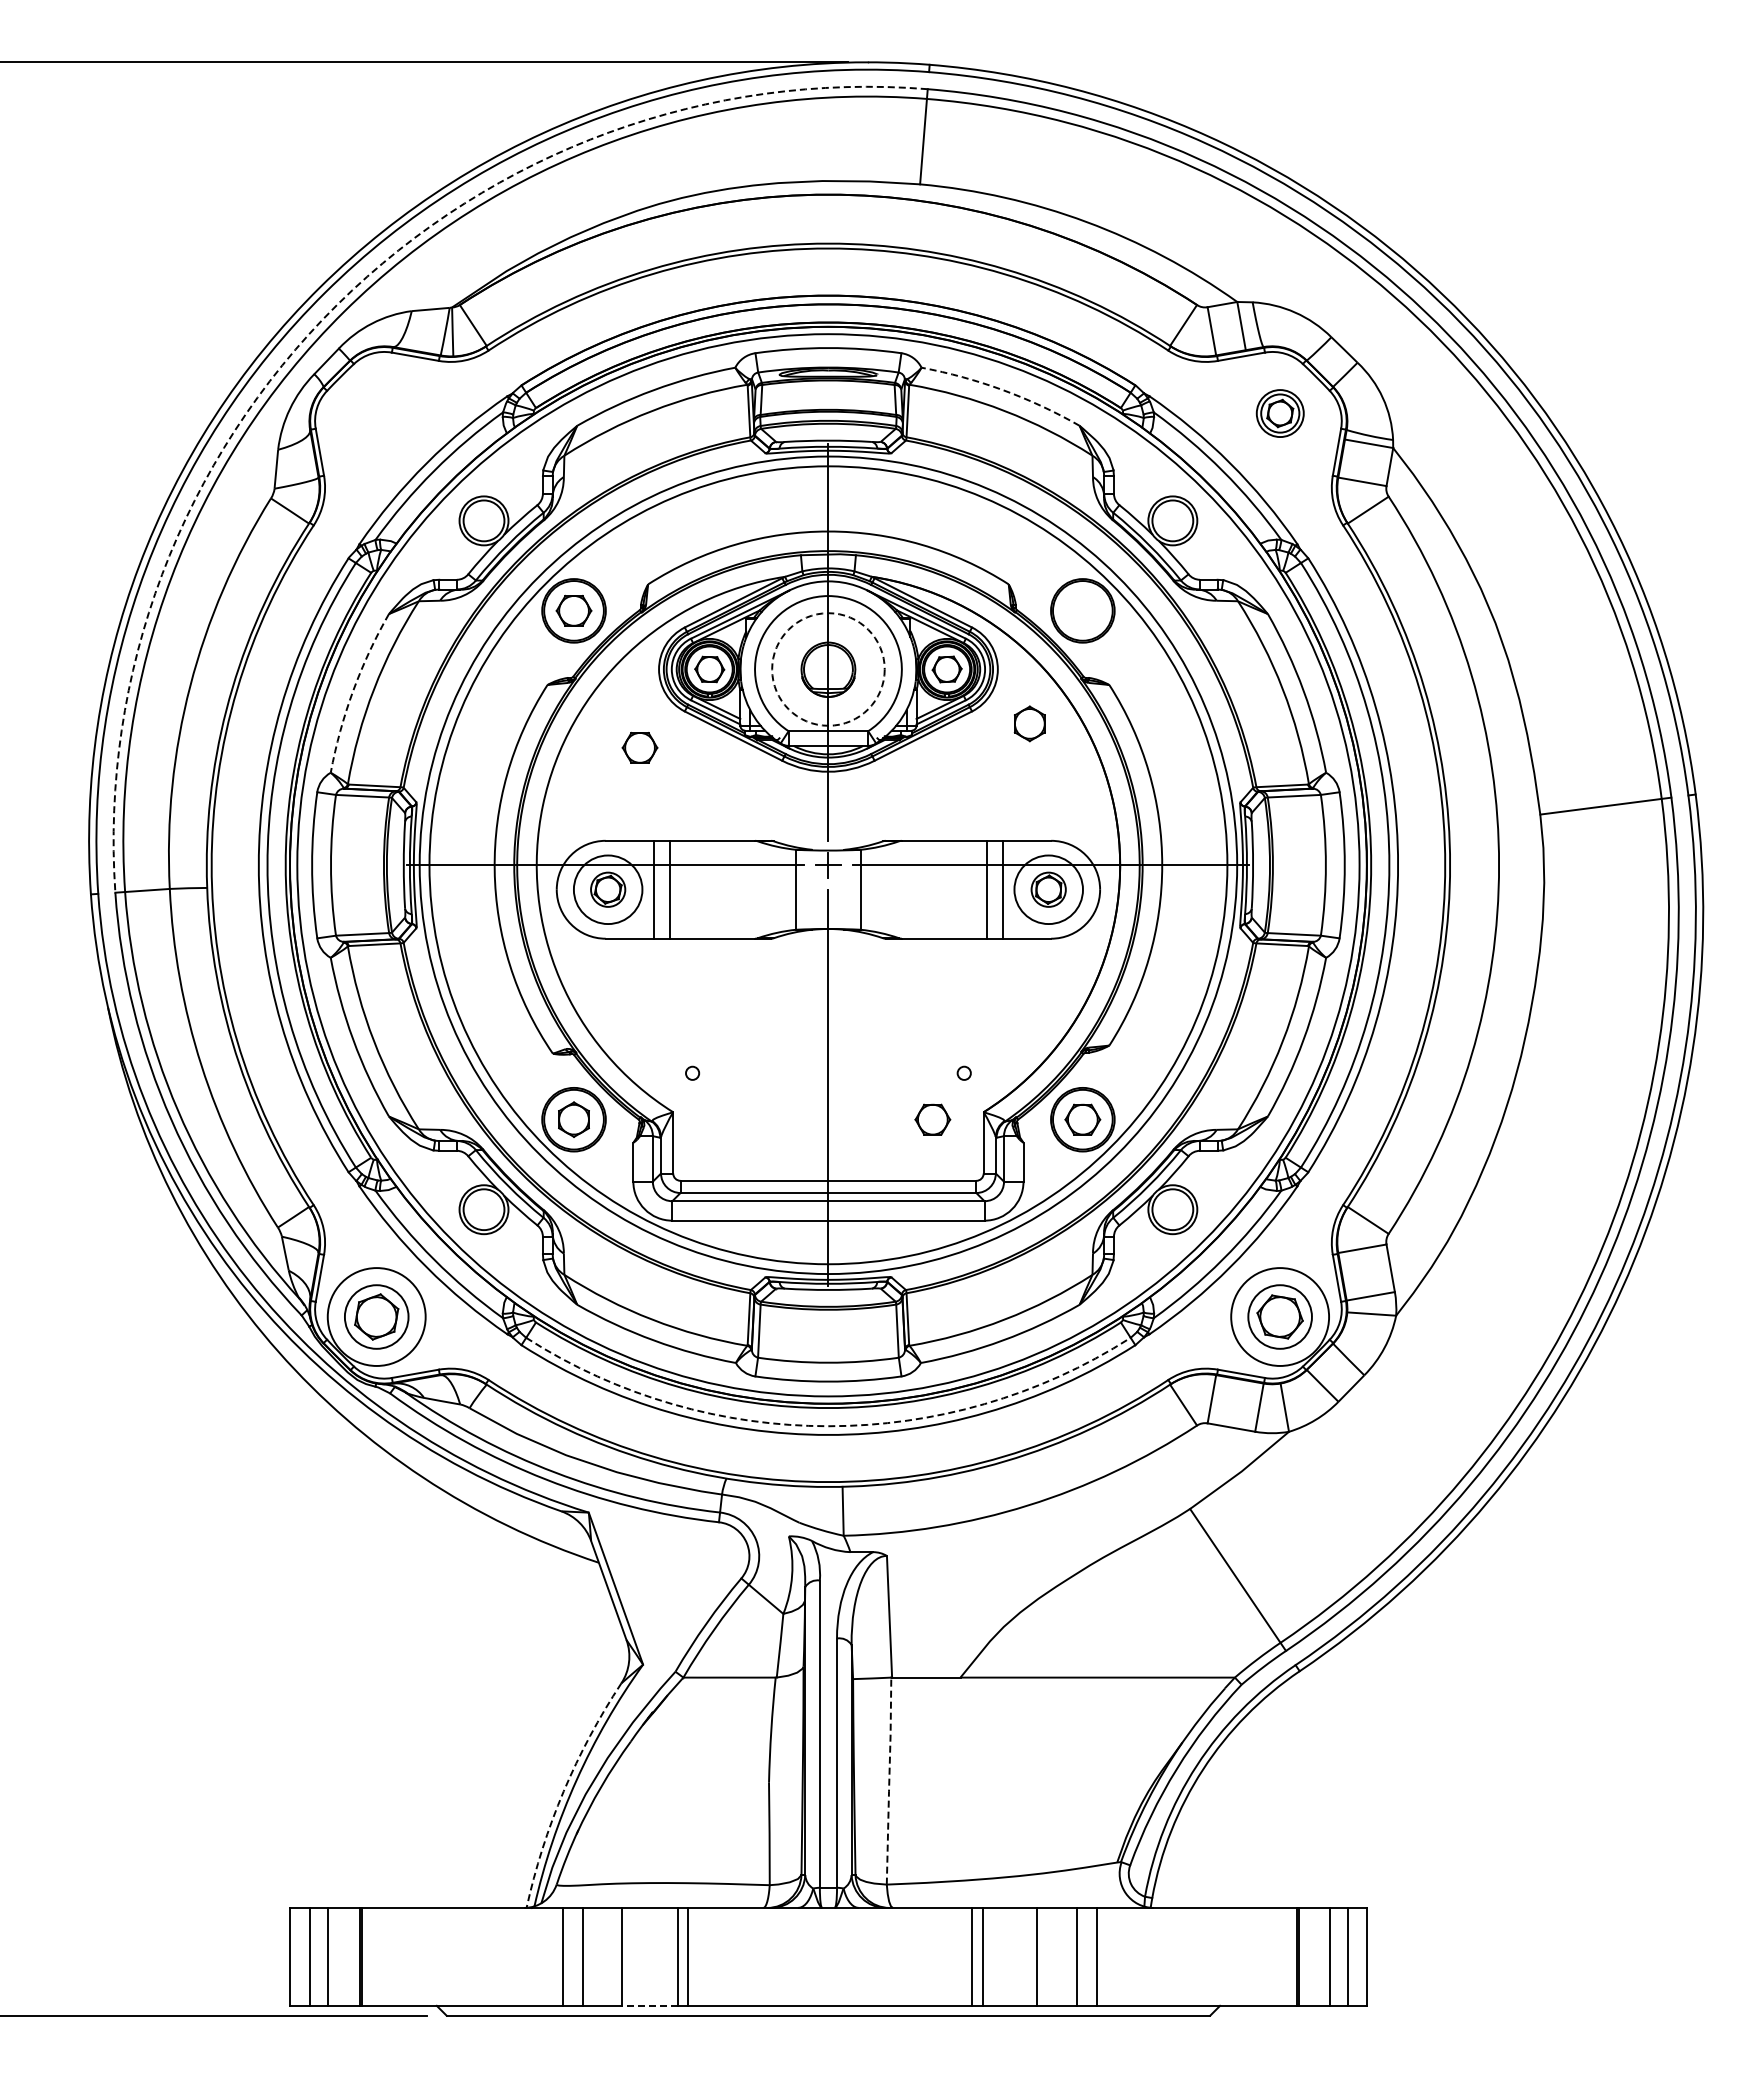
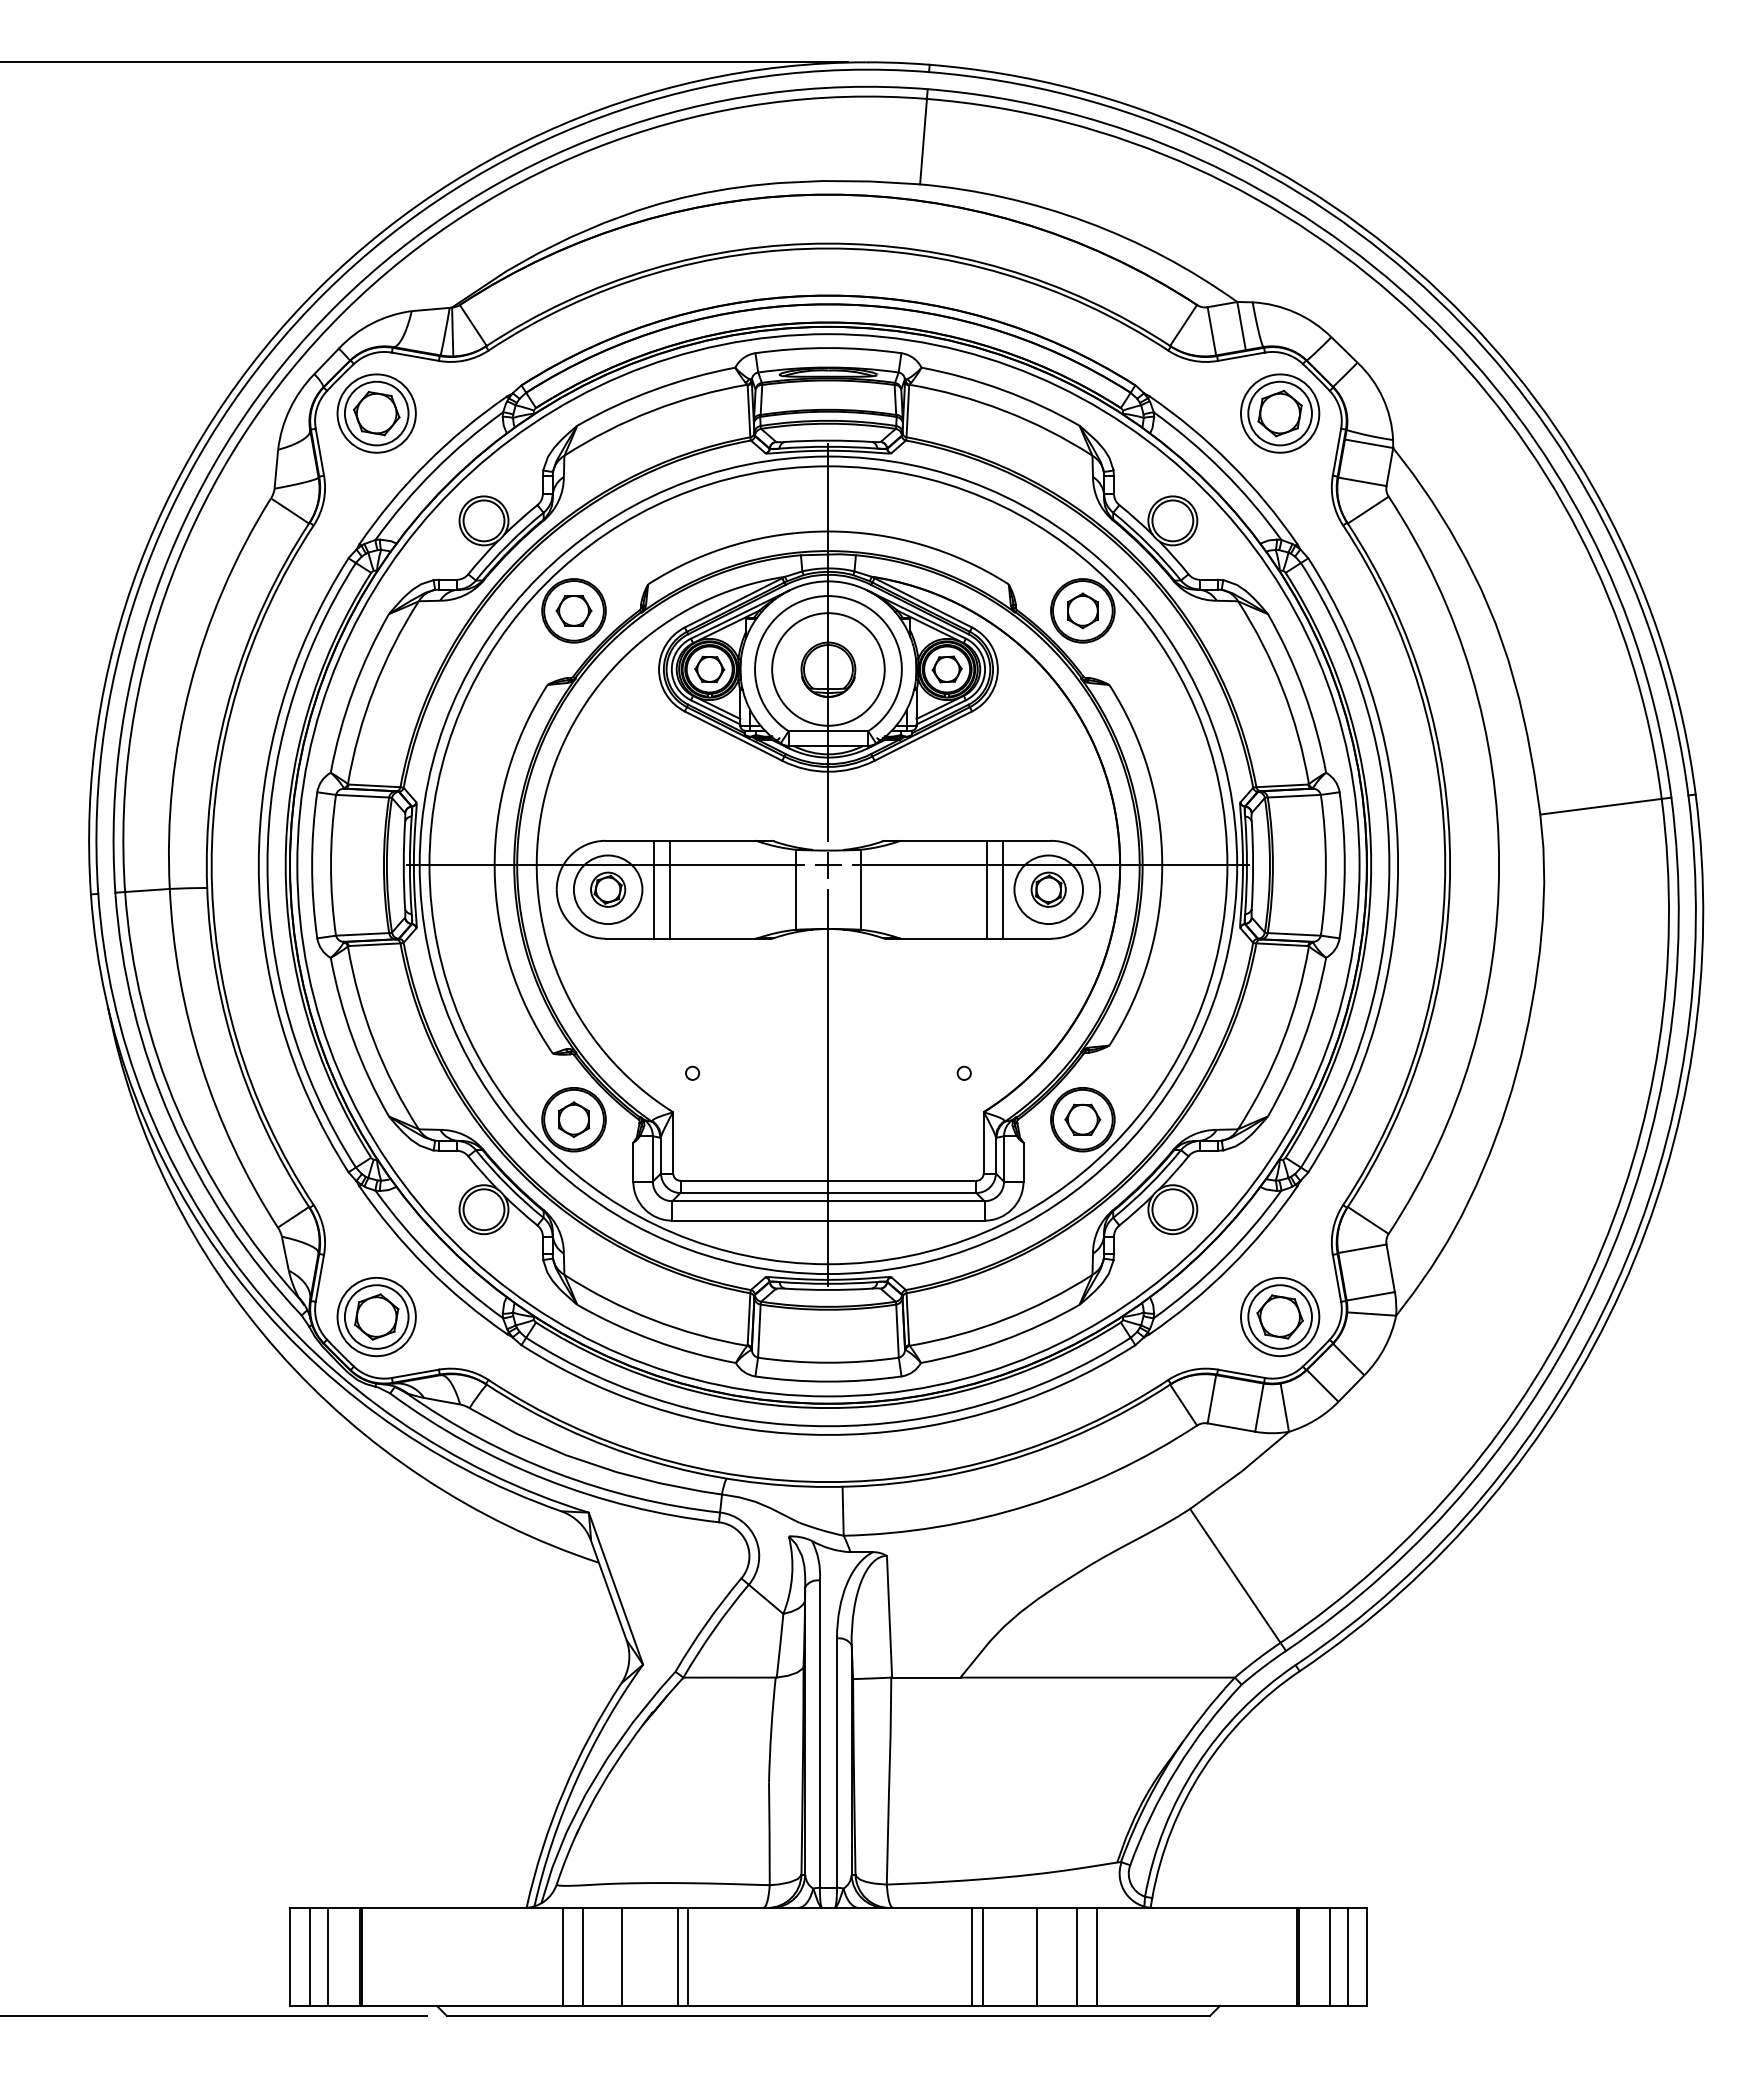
arc at (337, 304): dashed -> solid
arc at (1003, 390): dashed -> solid
part at (376, 413): none -> present
part at (1279, 413) size: 50x49 px -> 81x81 px
circle at (828, 669): dashed -> solid
arc at (353, 690): dashed -> solid
part at (1029, 723) position: (1029, 723) -> (1082, 610)
part at (639, 747): present -> none
part at (932, 1119): present -> none
circle at (376, 1316) diameter: 98 px -> 78 px
circle at (1280, 1316) diameter: 98 px -> 78 px
arc at (828, 1426): dashed -> solid
line at (889, 1780): dashed -> solid
arc at (563, 1791): dashed -> solid
line at (649, 2005): dashed -> solid
